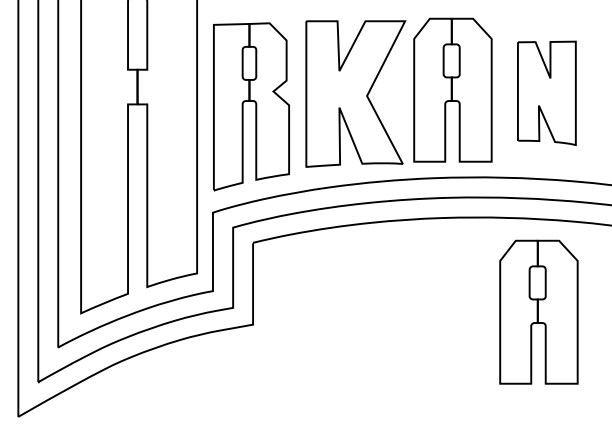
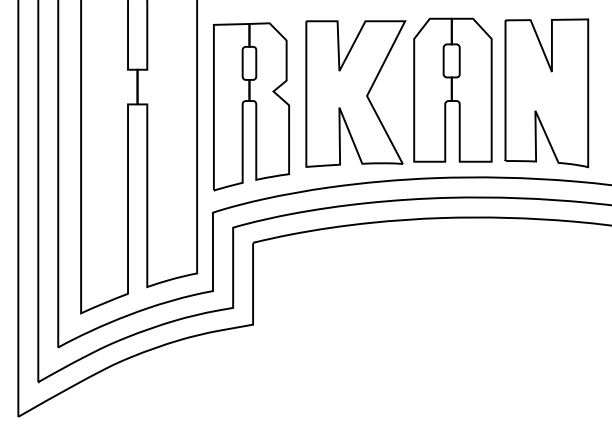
part at (546, 93) size: 60x107 px -> 86x151 px
part at (538, 311): present -> none
